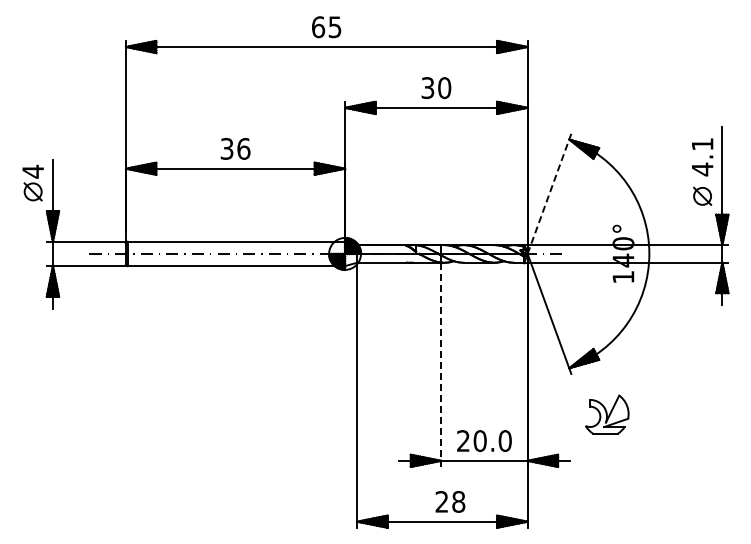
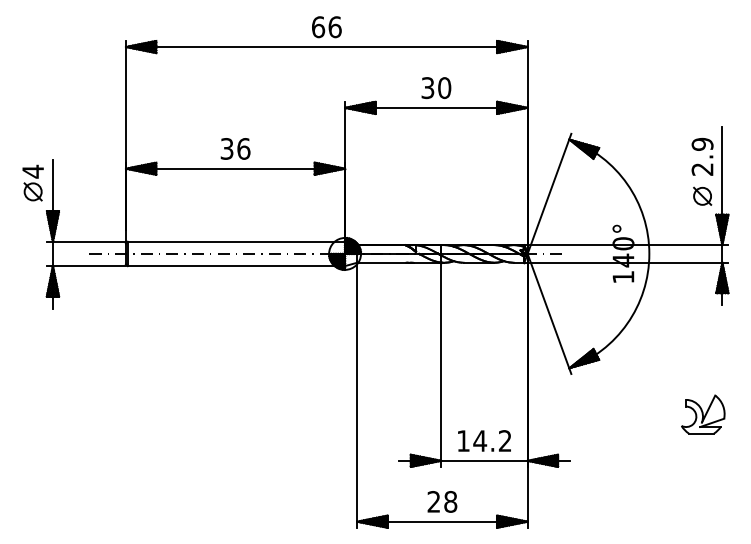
text at (334, 27): 65 -> 66
text at (702, 156): 4.1 -> 2.9
line at (549, 193): dashed -> solid
line at (441, 365): dashed -> solid
part at (607, 414) position: (607, 414) -> (703, 414)
text at (484, 440): 20.0 -> 14.2
text at (450, 501) position: (450, 501) -> (442, 501)
